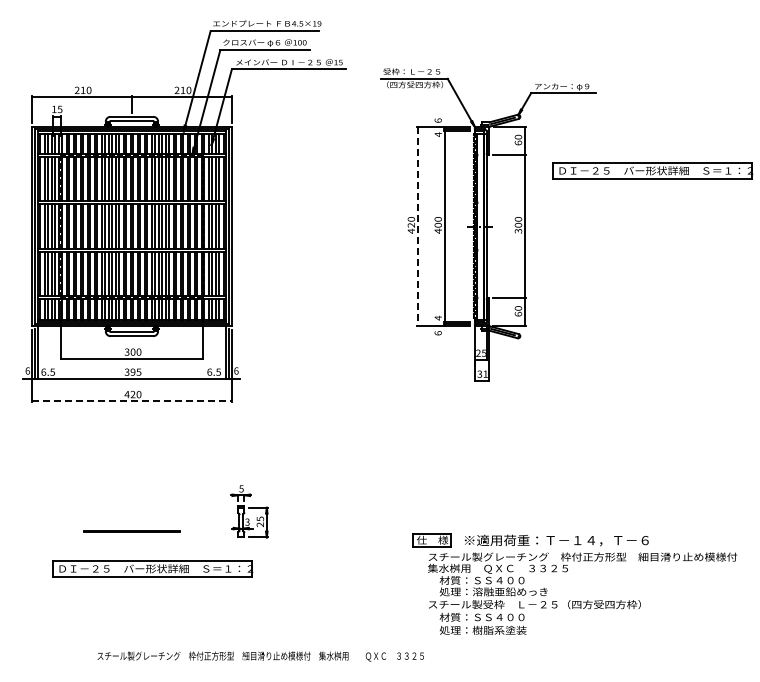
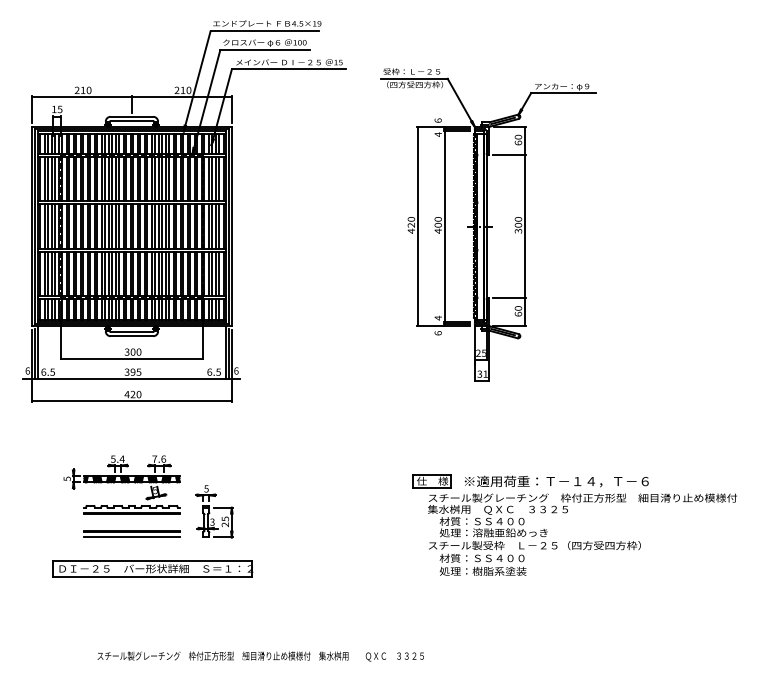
part at (652, 170): present -> none
line at (417, 226): dashed -> solid
line at (131, 400): dashed -> solid
part at (121, 484): none -> present
part at (249, 511) position: (249, 511) -> (214, 511)
line at (131, 537): none -> present
part at (567, 571) position: (567, 571) -> (567, 512)
